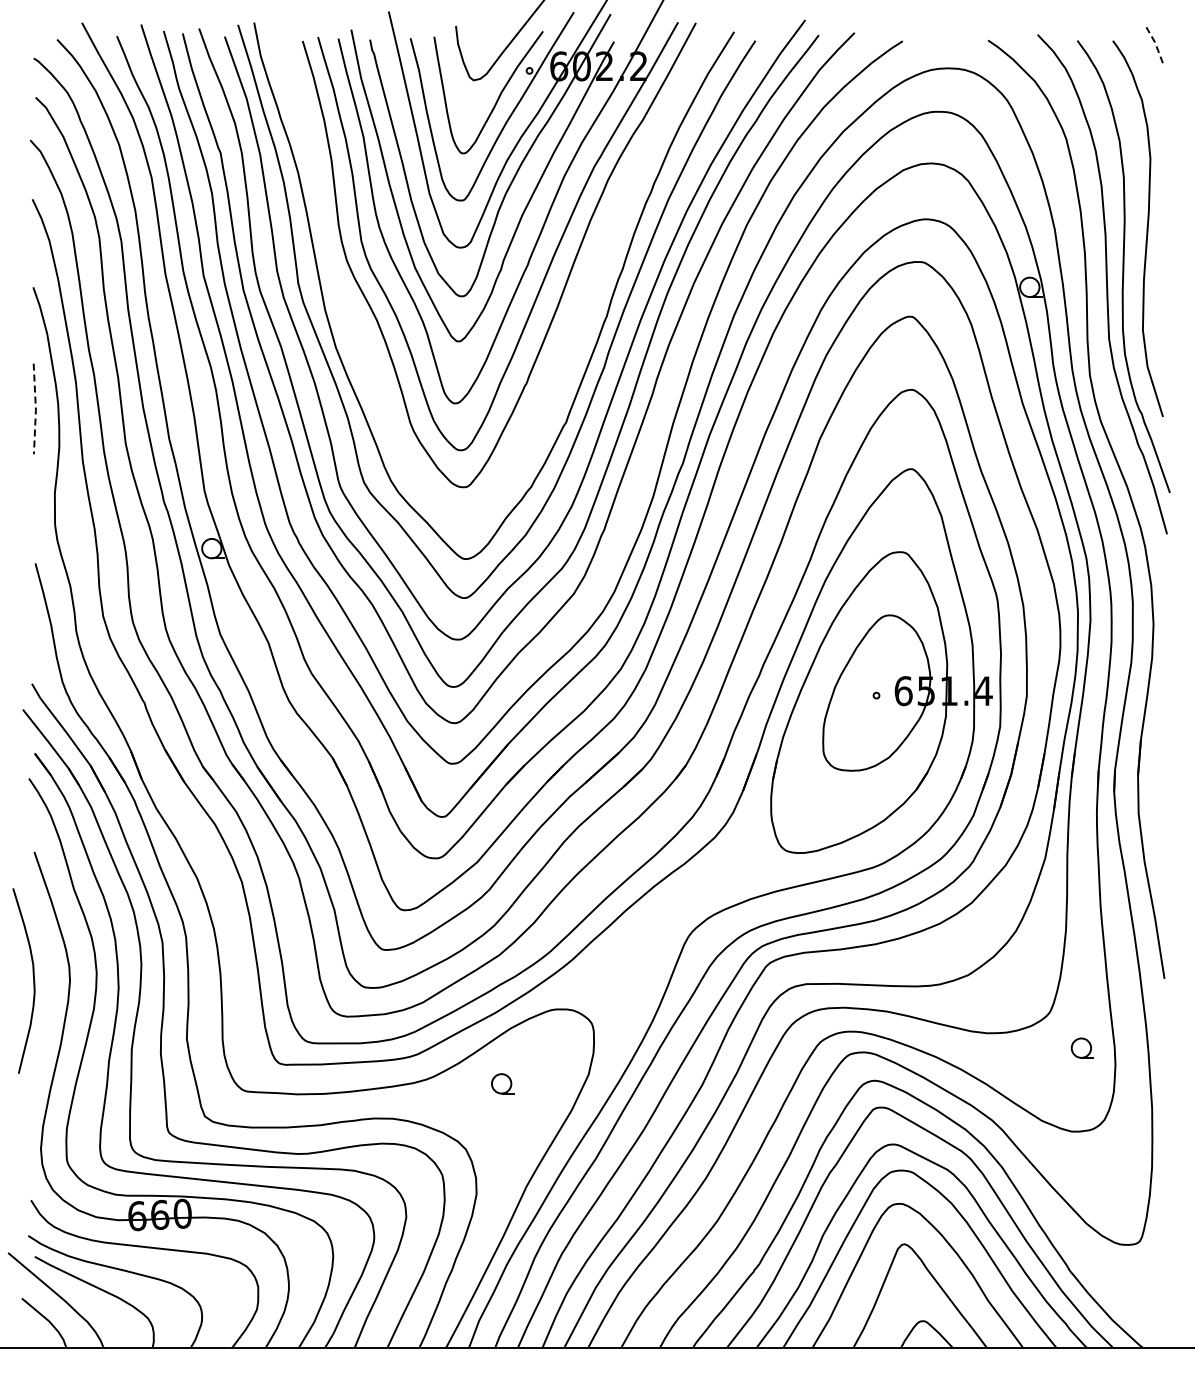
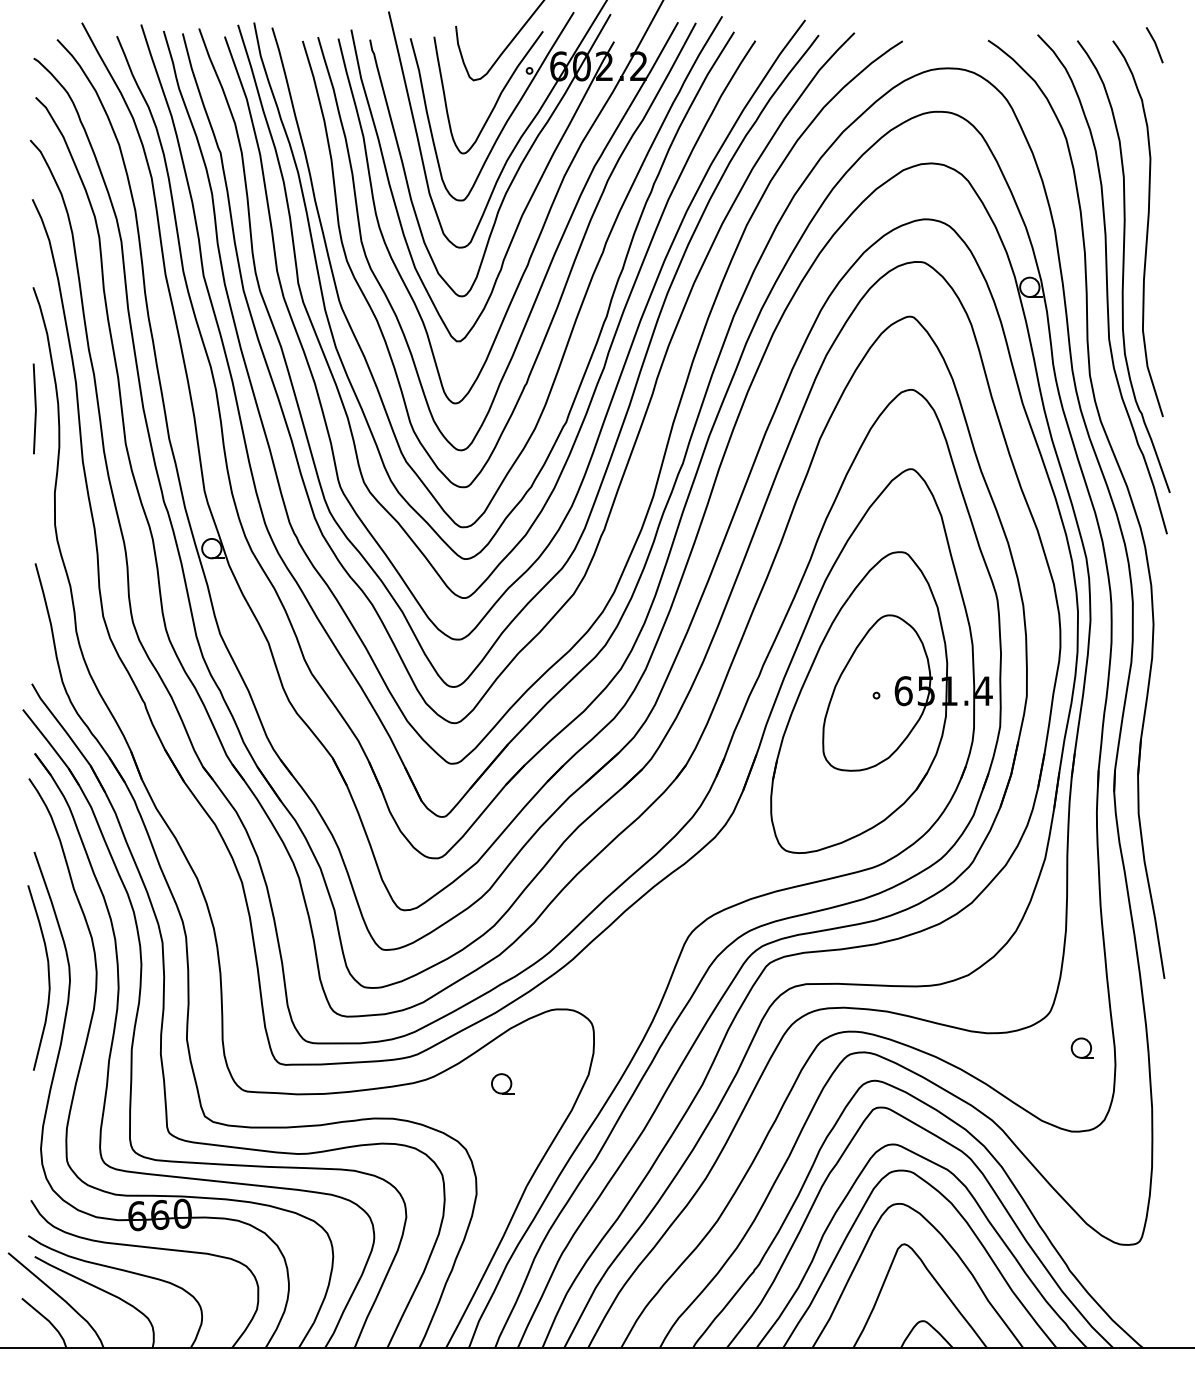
line at (1155, 44): dashed -> solid
curve at (580, 304): none -> present
line at (35, 410): dashed -> solid
curve at (33, 980) position: (33, 980) -> (48, 977)
